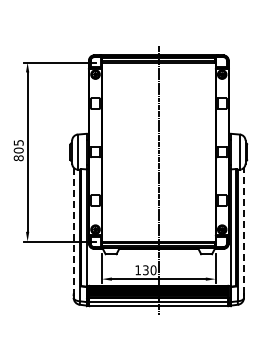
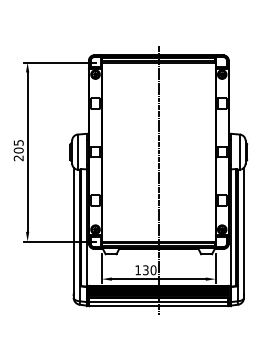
text at (18, 158): 805 -> 205
line at (73, 230): dashed -> solid
line at (244, 230): dashed -> solid
